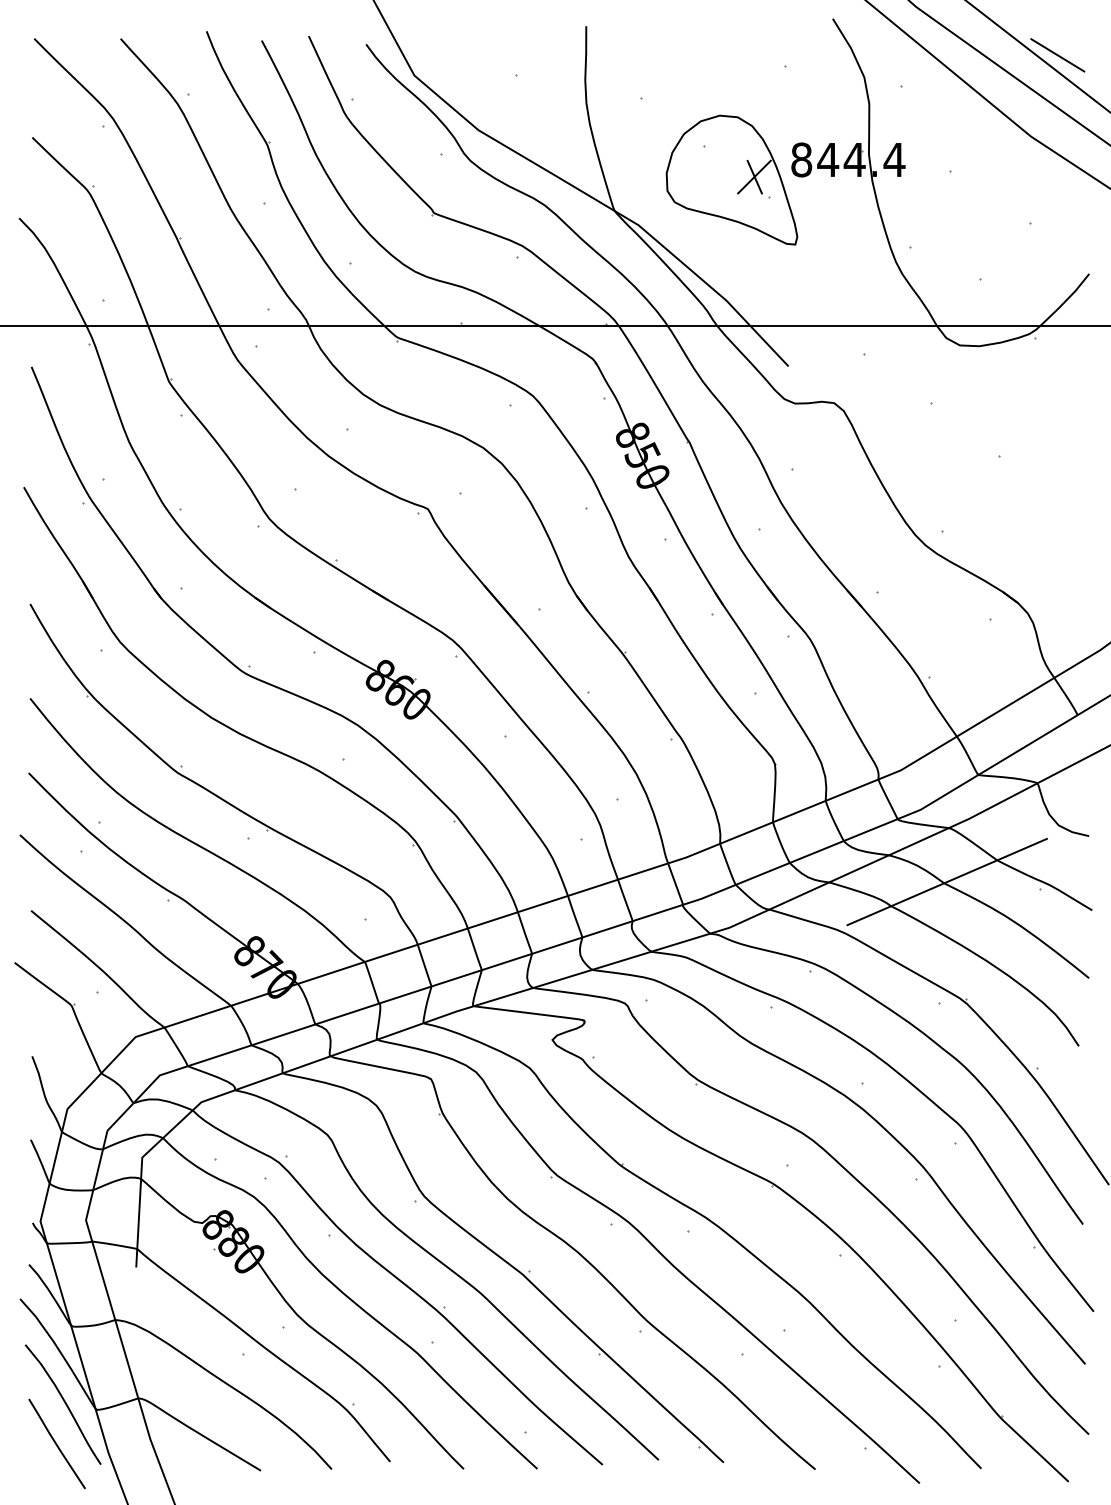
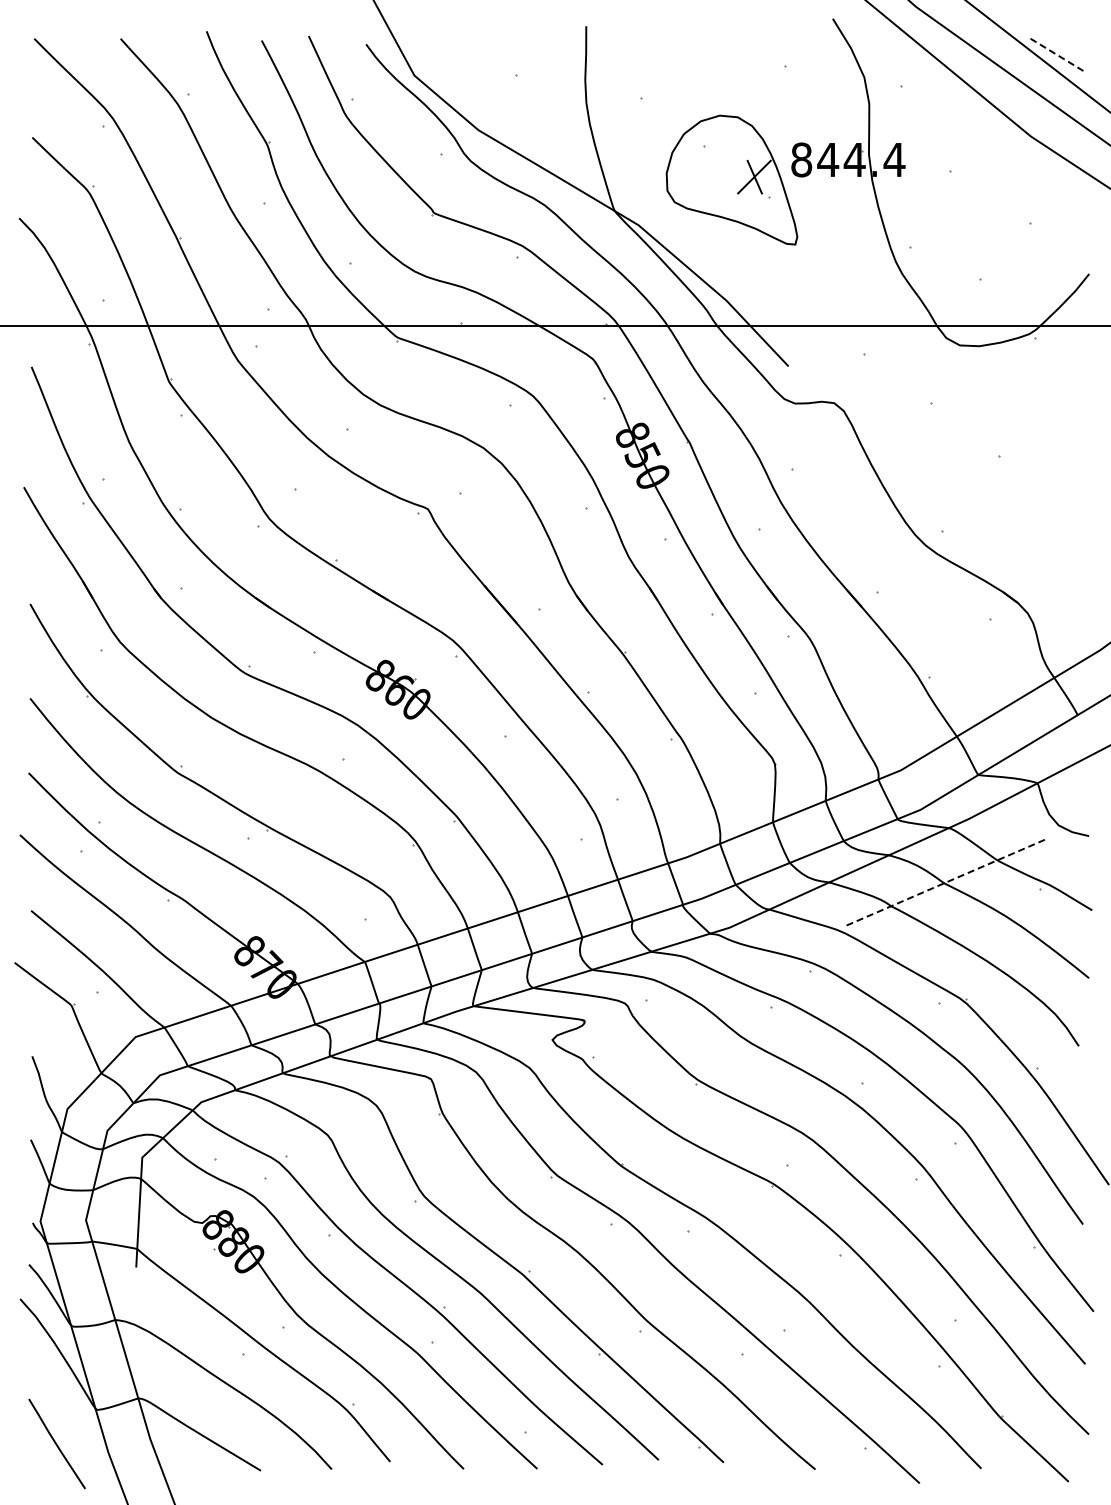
line at (1057, 55): solid -> dashed
line at (947, 882): solid -> dashed
curve at (64, 1403): present -> none
